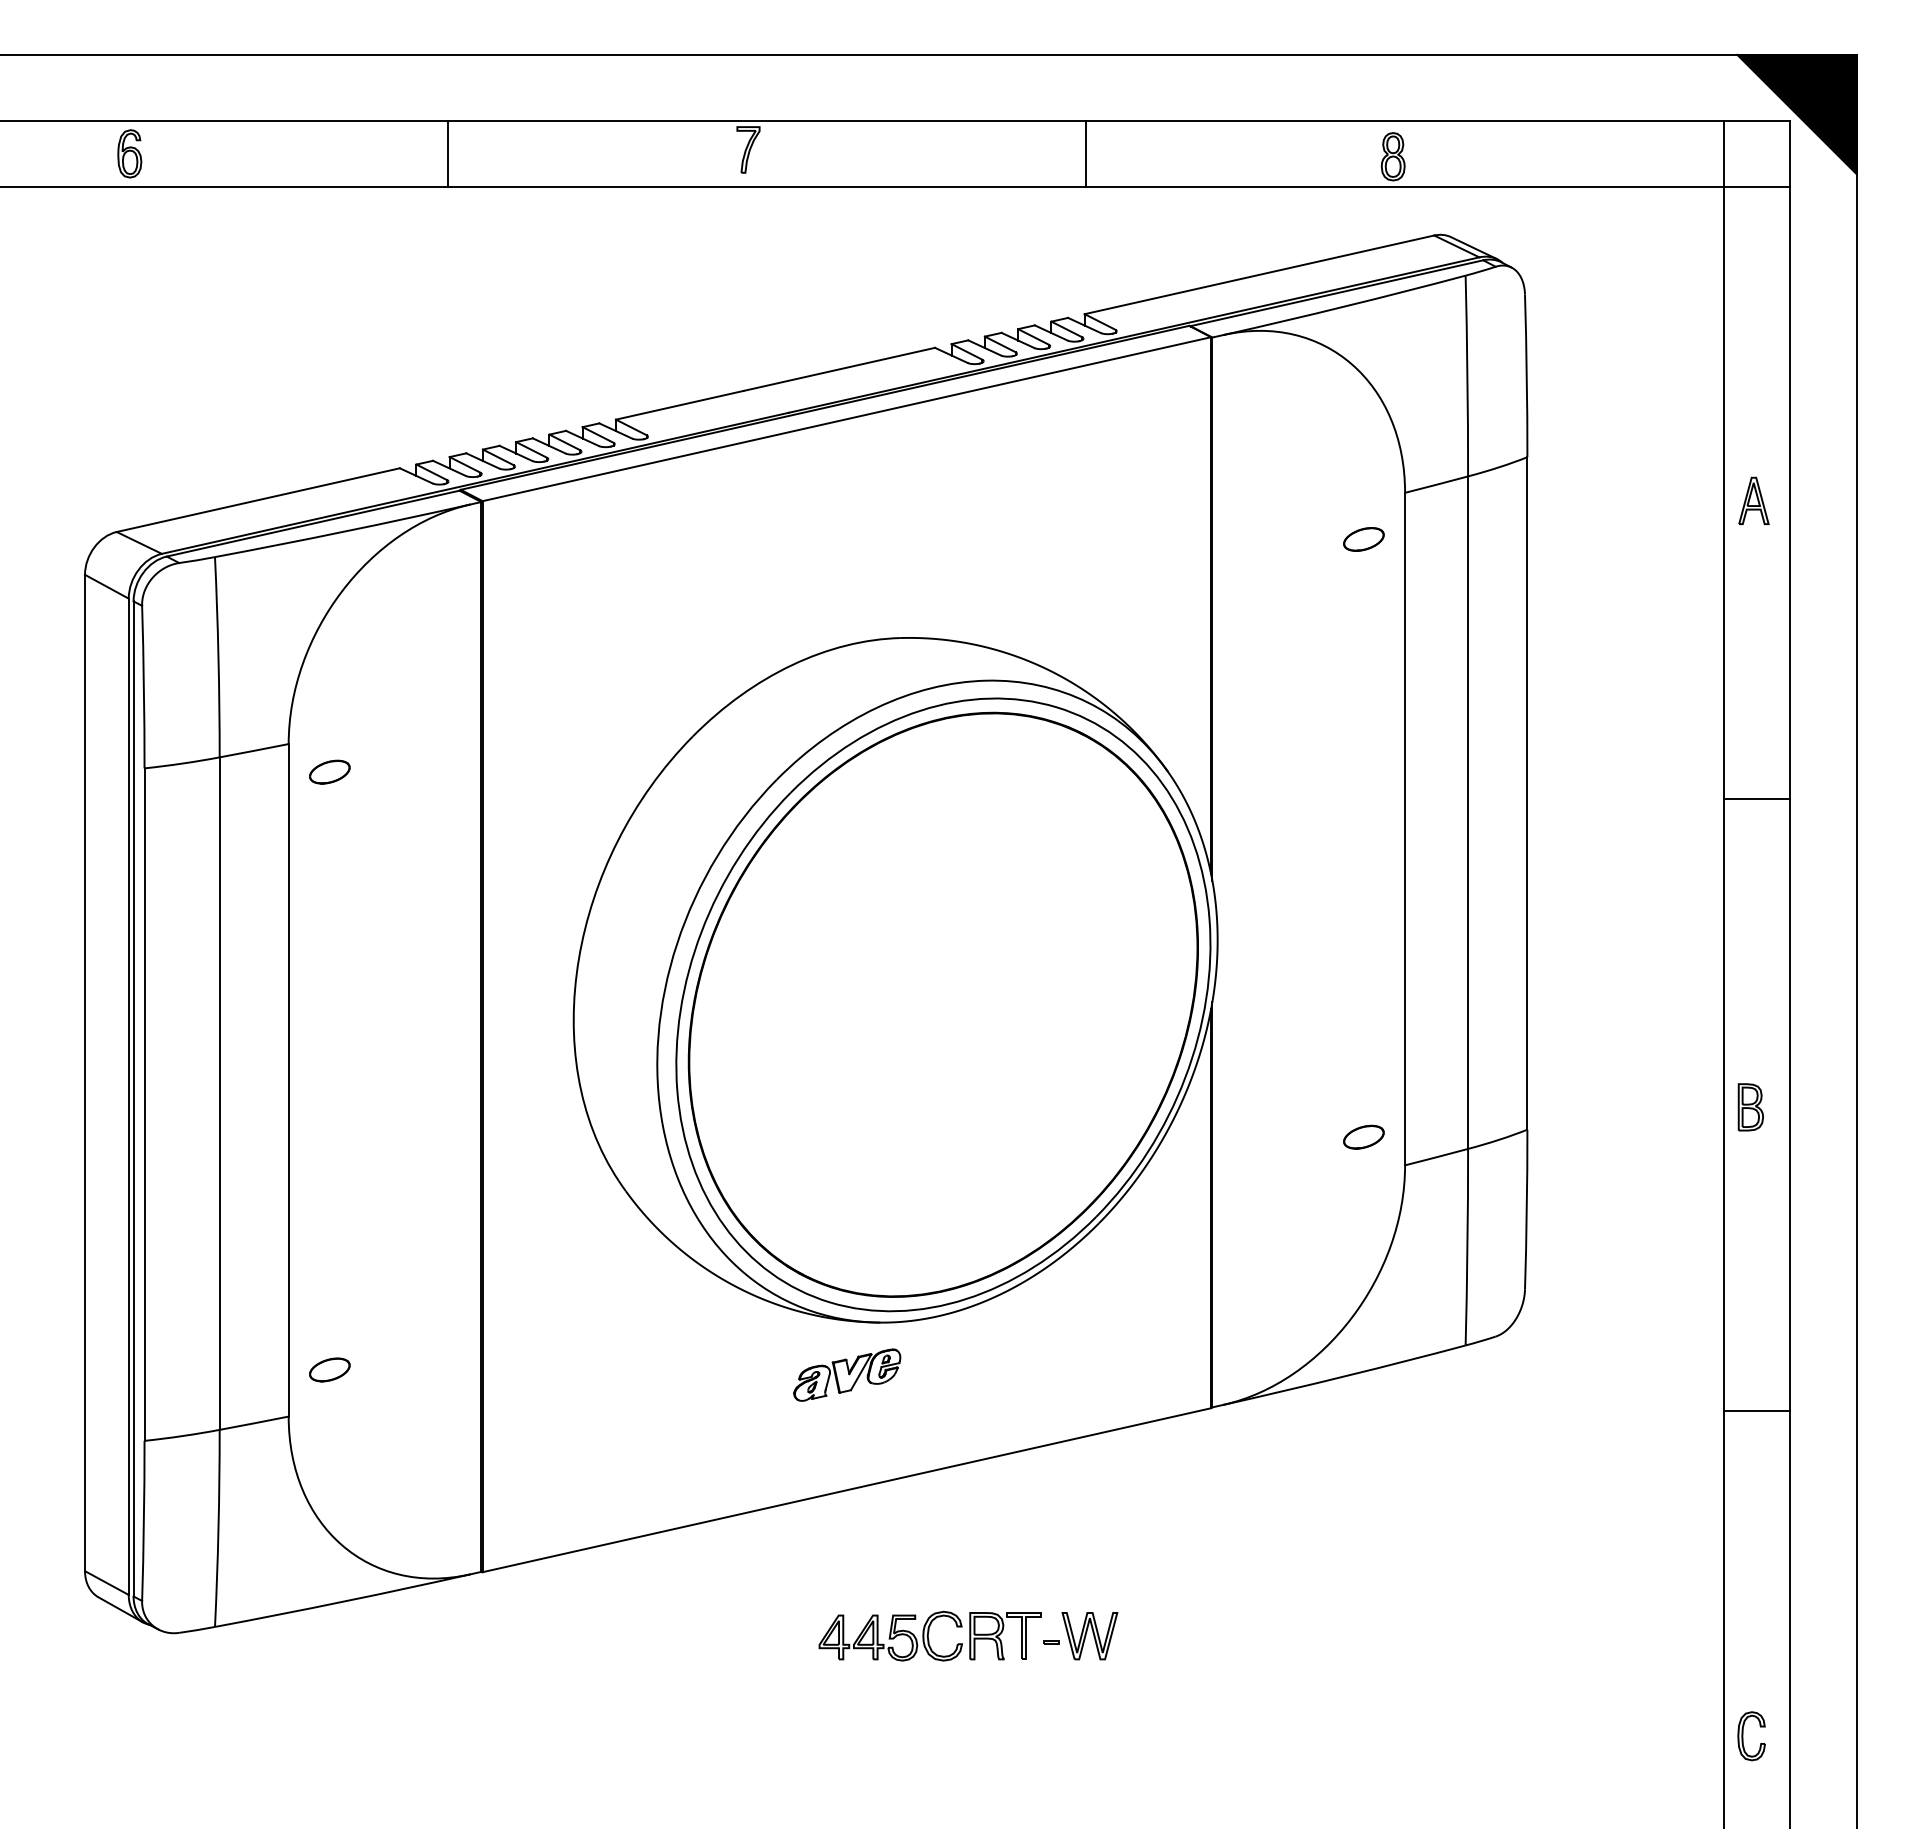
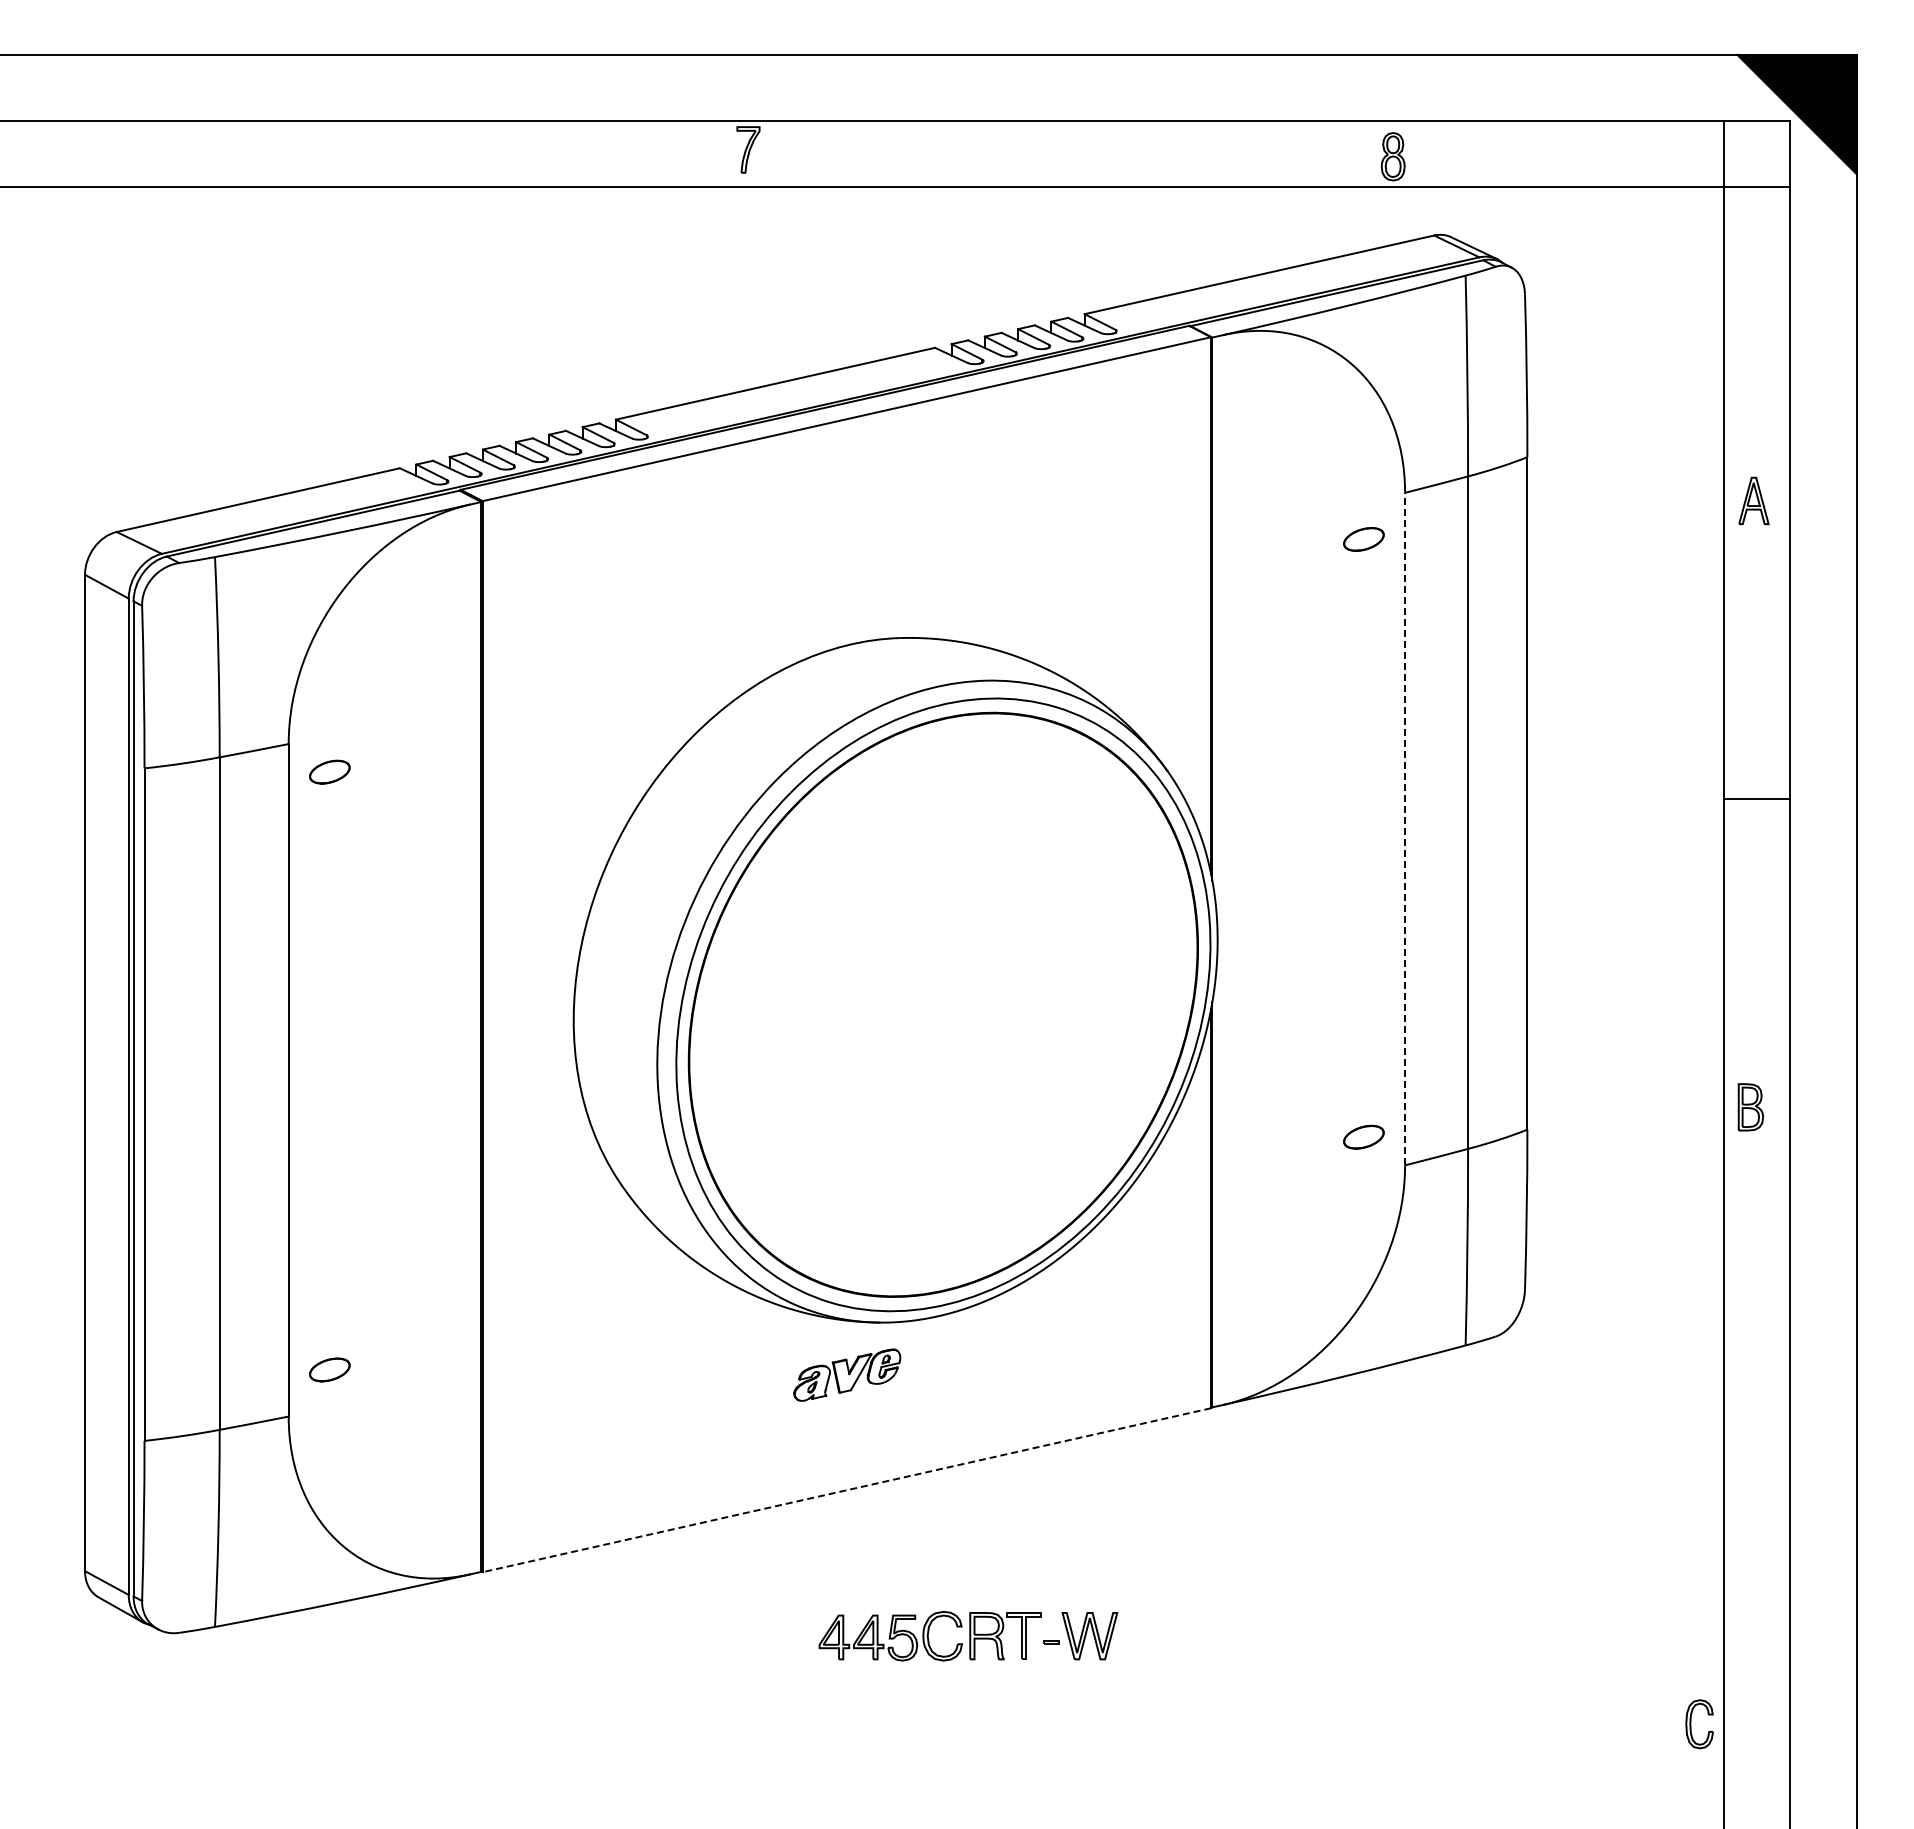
part at (129, 153): present -> none
line at (448, 154): present -> none
line at (1086, 154): present -> none
line at (1405, 828): solid -> dashed
line at (1757, 1411): present -> none
line at (846, 1490): solid -> dashed
part at (1743, 1736) position: (1743, 1736) -> (1691, 1724)
